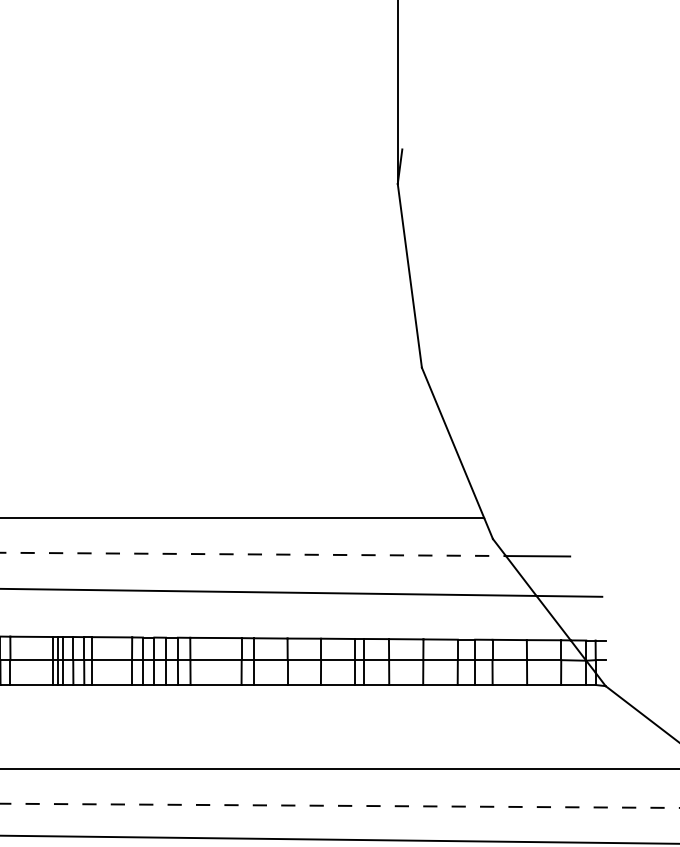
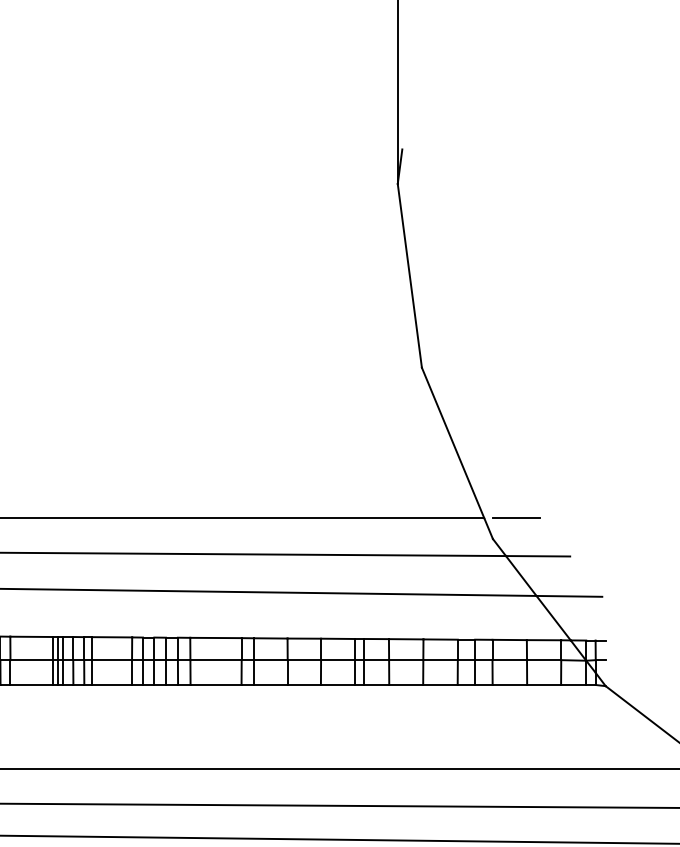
line at (515, 518): none -> present
line at (253, 554): dashed -> solid
line at (340, 805): dashed -> solid
